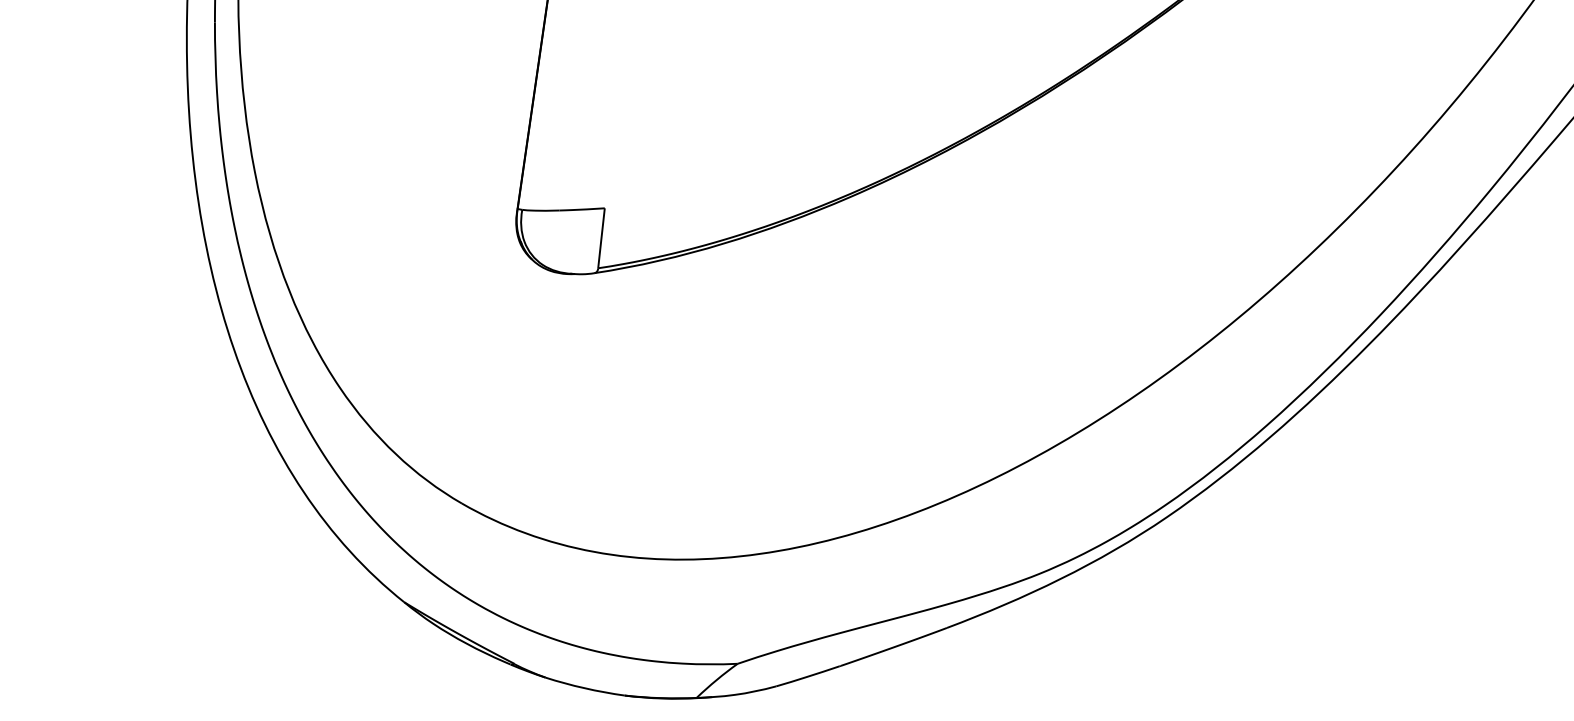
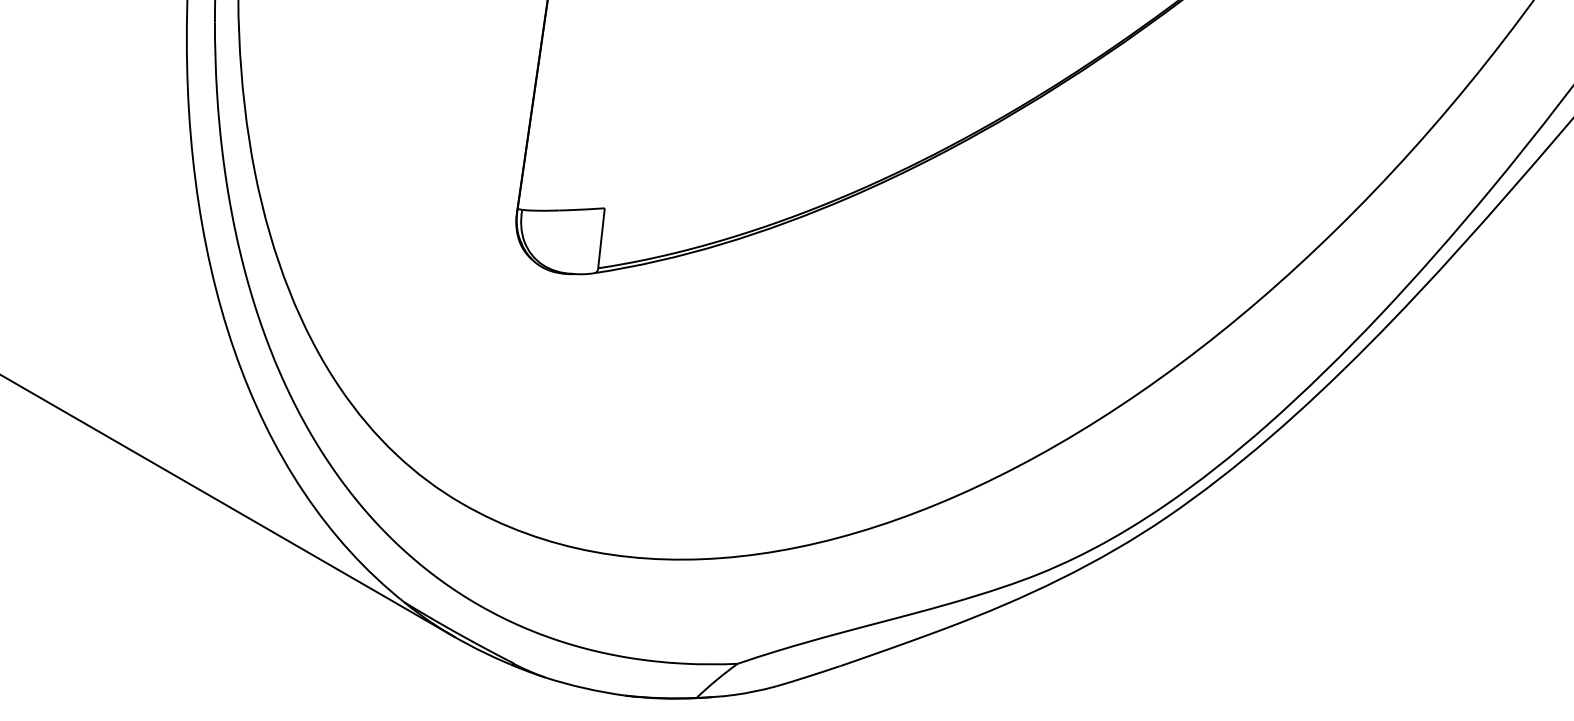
line at (228, 506): none -> present
